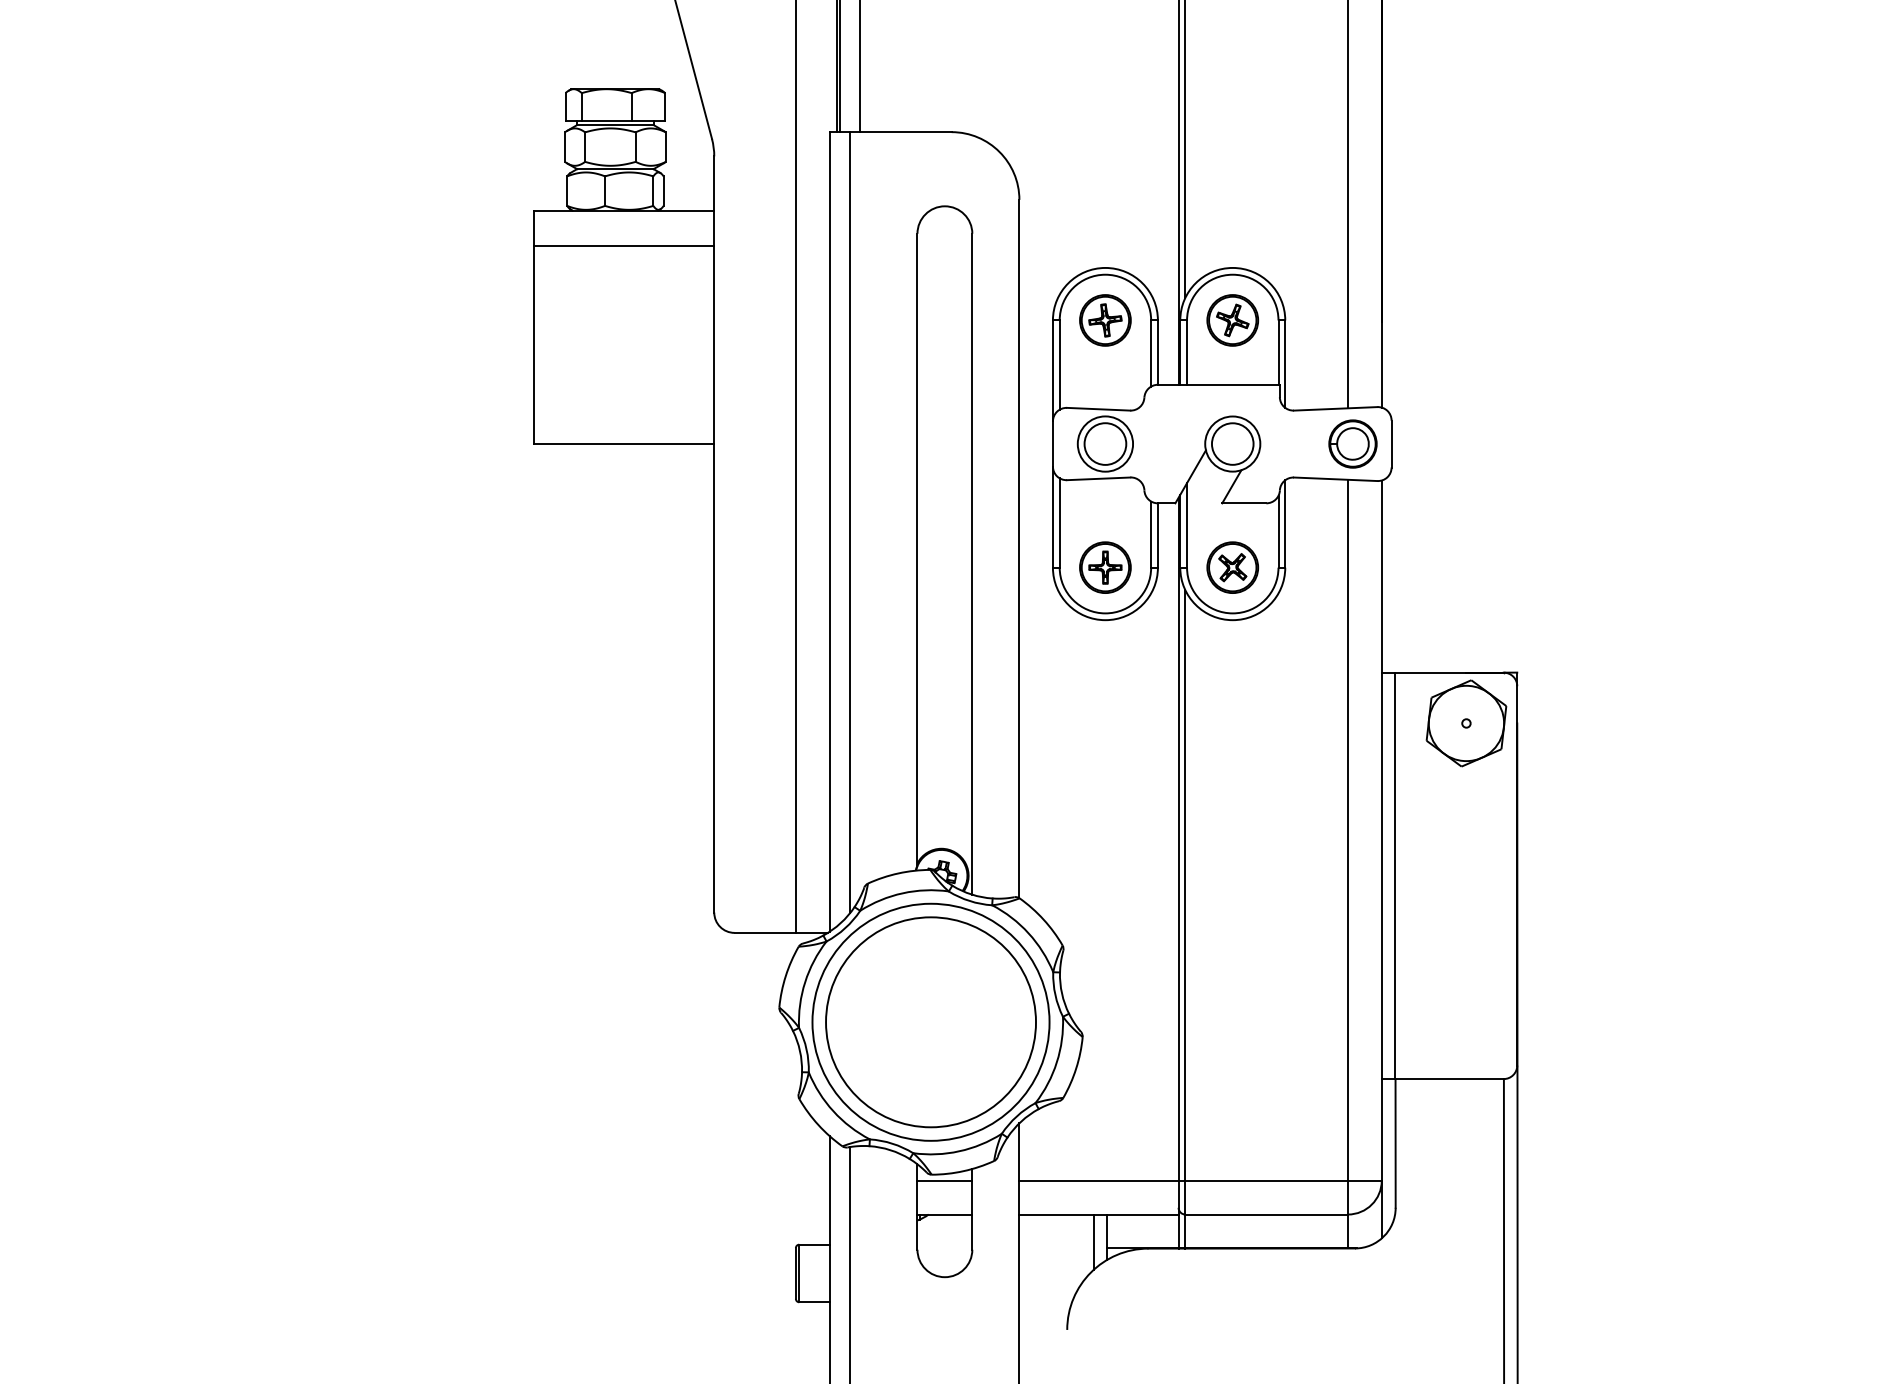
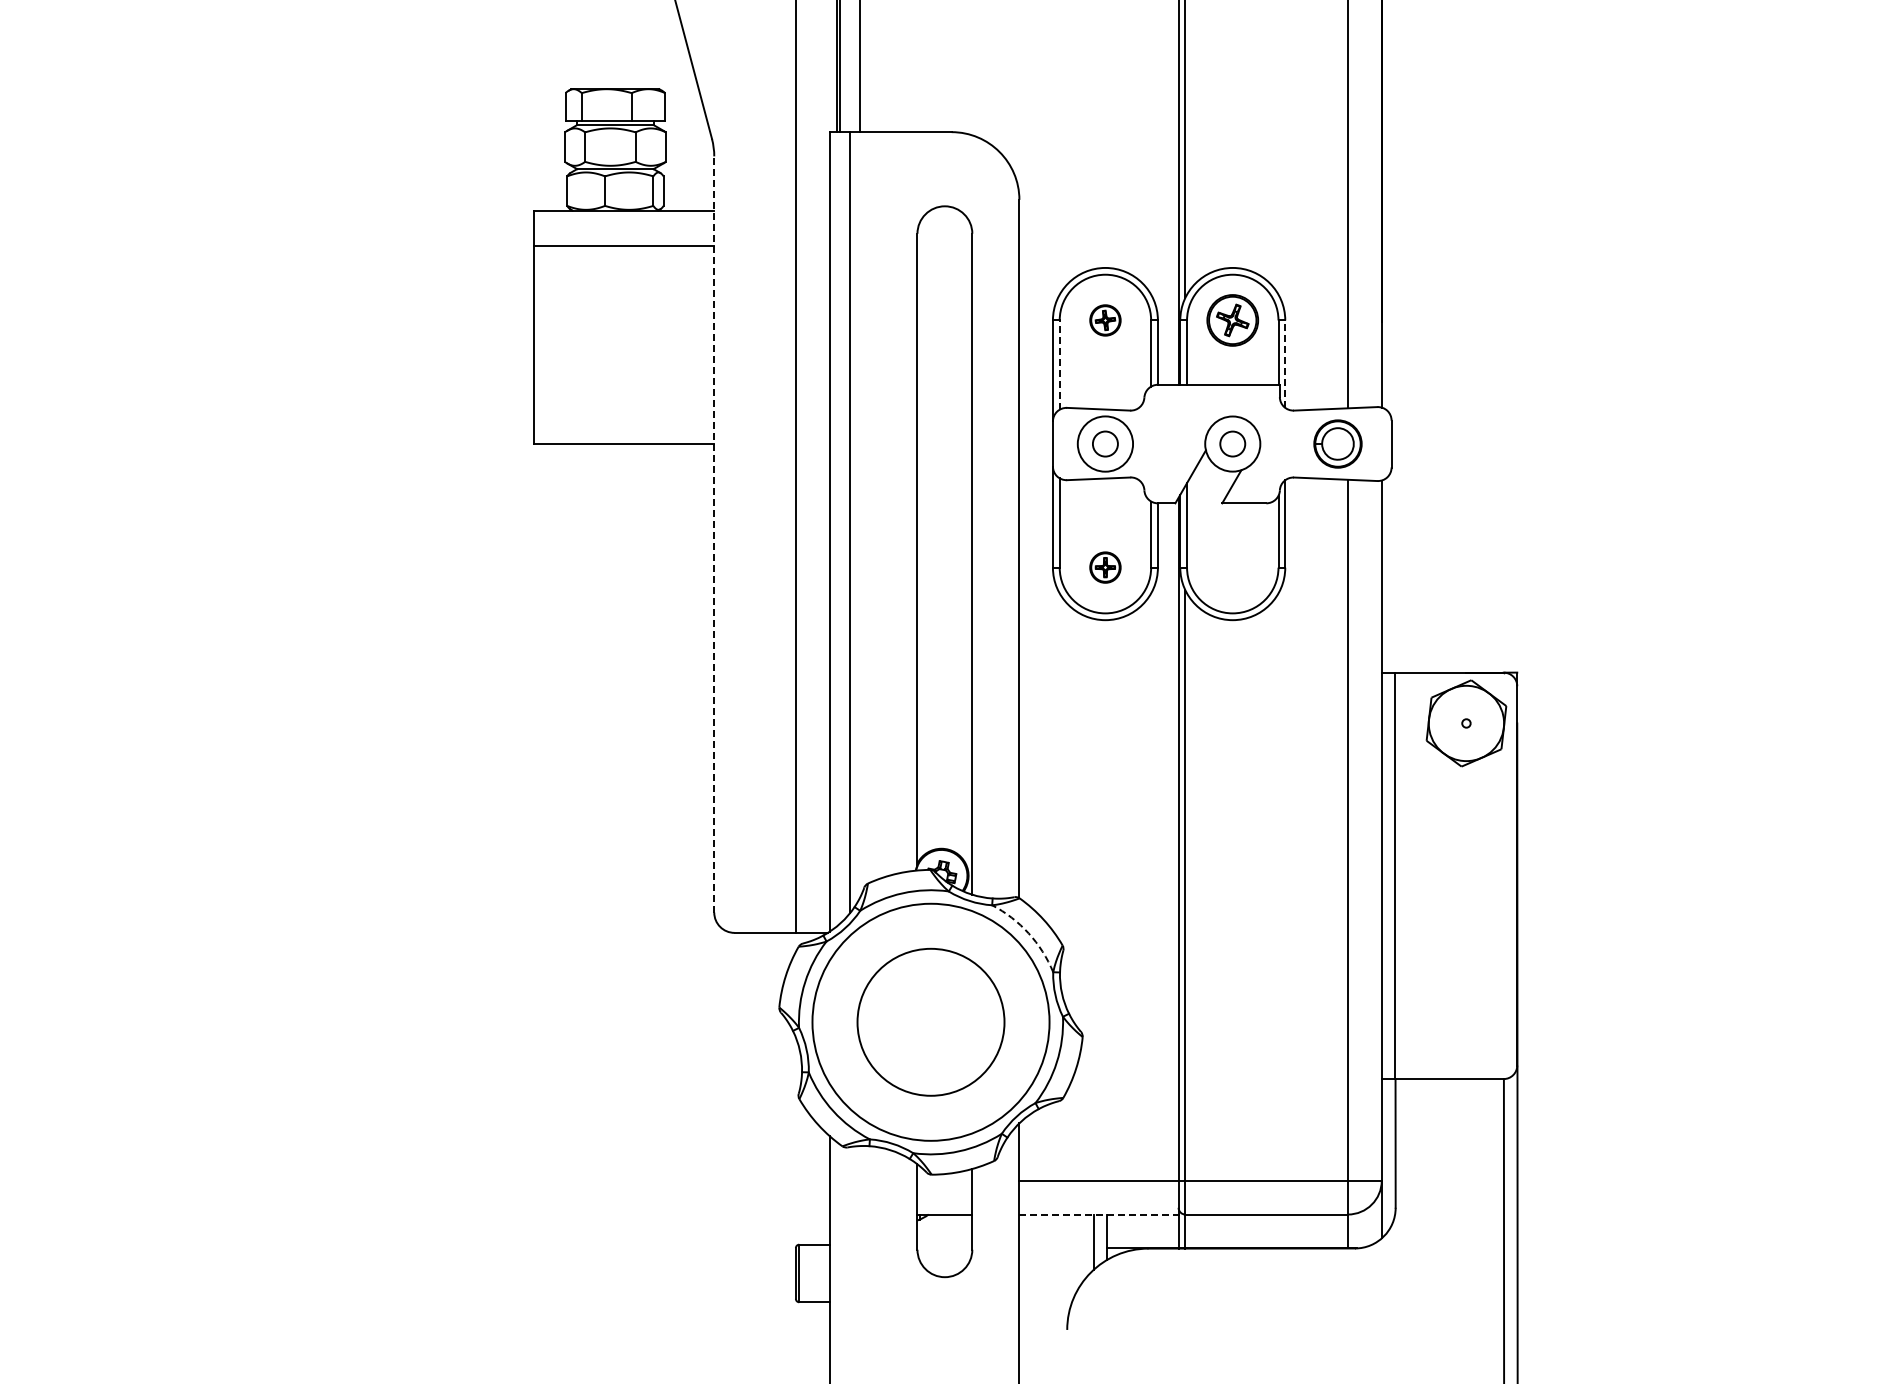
part at (1105, 320) size: 53x53 px -> 33x33 px
line at (1285, 364): solid -> dashed
line at (1059, 365): solid -> dashed
circle at (1105, 443) diameter: 42 px -> 25 px
circle at (1232, 443) diameter: 42 px -> 25 px
part at (1352, 443) position: (1352, 443) -> (1337, 443)
line at (714, 533): solid -> dashed
part at (1105, 567) size: 53x53 px -> 33x33 px
part at (1232, 567): present -> none
arc at (1028, 933): solid -> dashed
circle at (931, 1022) diameter: 210 px -> 147 px
line at (944, 1180): present -> none
line at (1099, 1214): solid -> dashed
line at (850, 1263): present -> none
